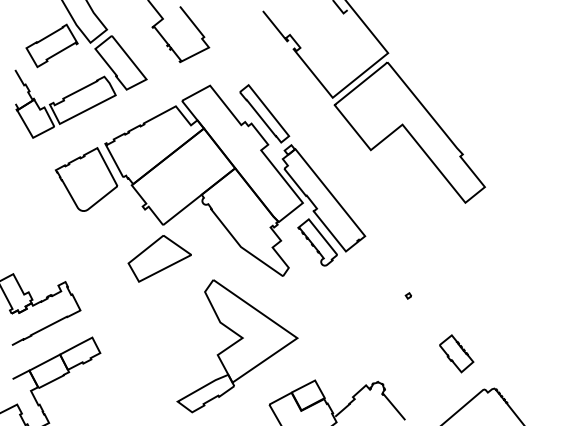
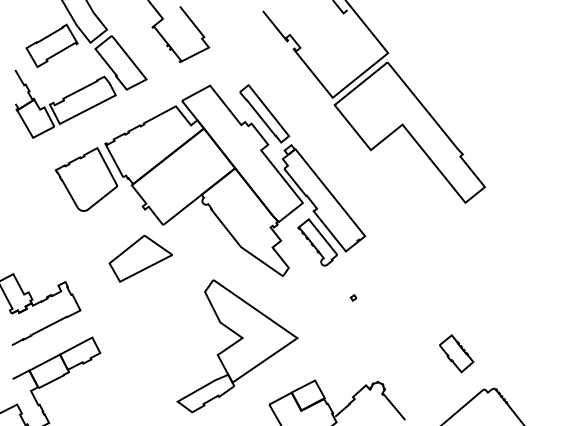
part at (159, 258) position: (159, 258) -> (140, 258)
part at (407, 295) position: (407, 295) -> (352, 297)
